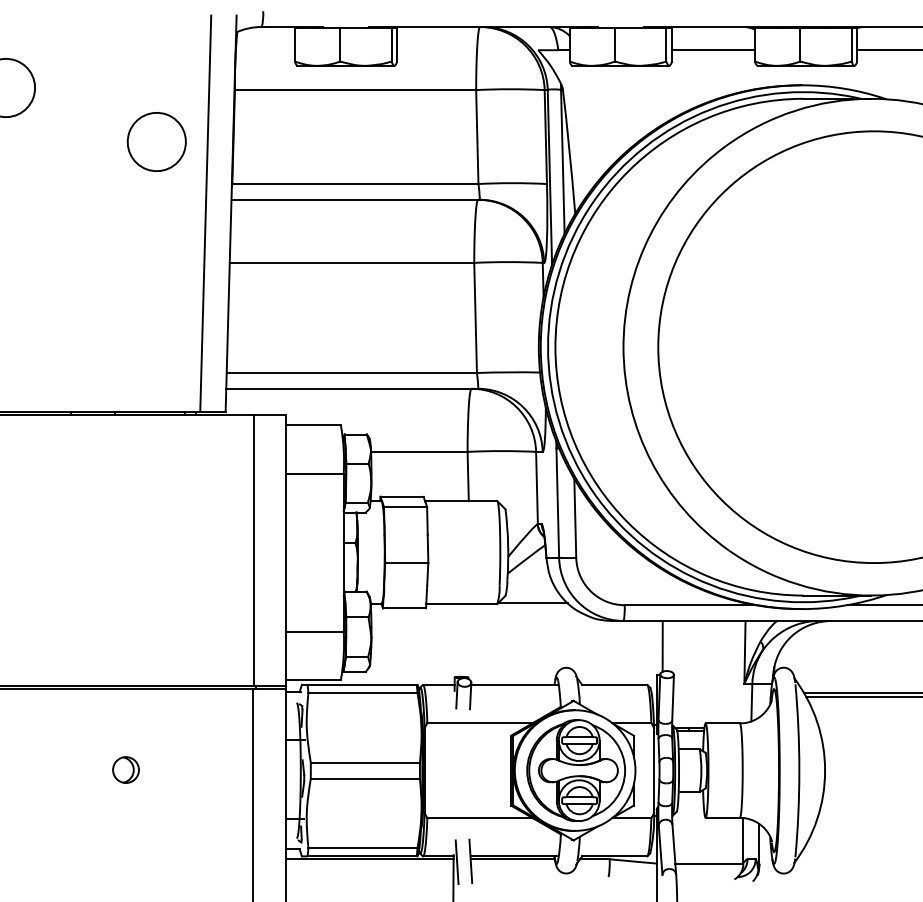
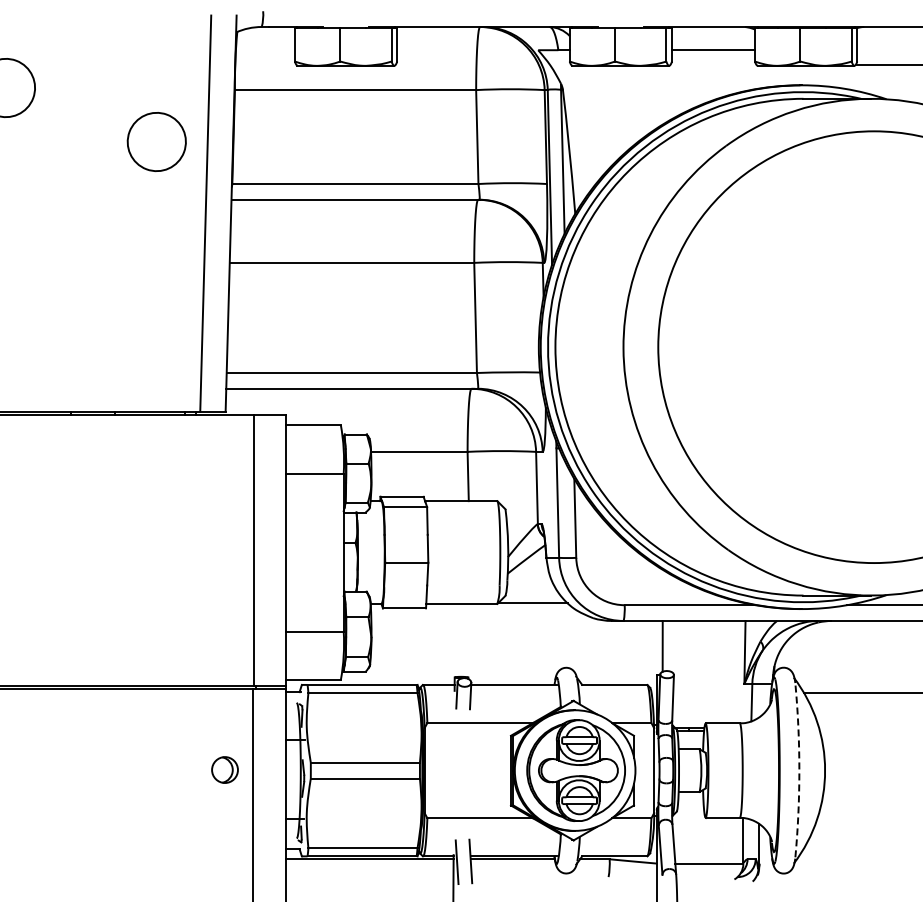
line at (888, 50) position: (888, 50) -> (888, 65)
line at (862, 696): present -> none
part at (125, 769) position: (125, 769) -> (224, 769)
arc at (799, 770): solid -> dashed
